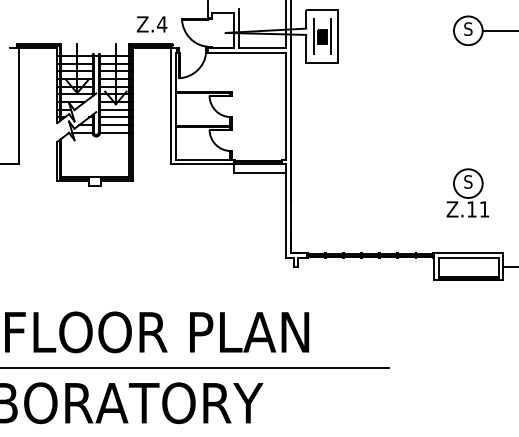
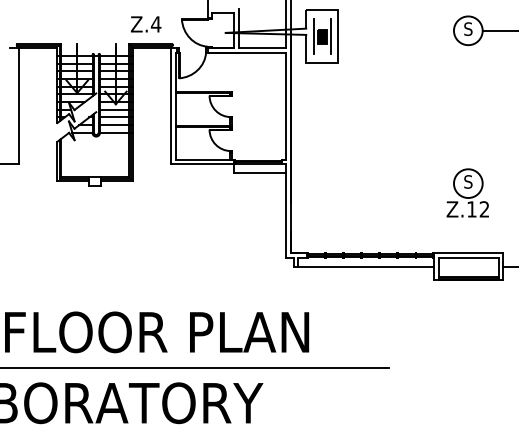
text at (152, 24) position: (152, 24) -> (146, 24)
text at (484, 209): Z.11 -> Z.12
line at (366, 266): none -> present
